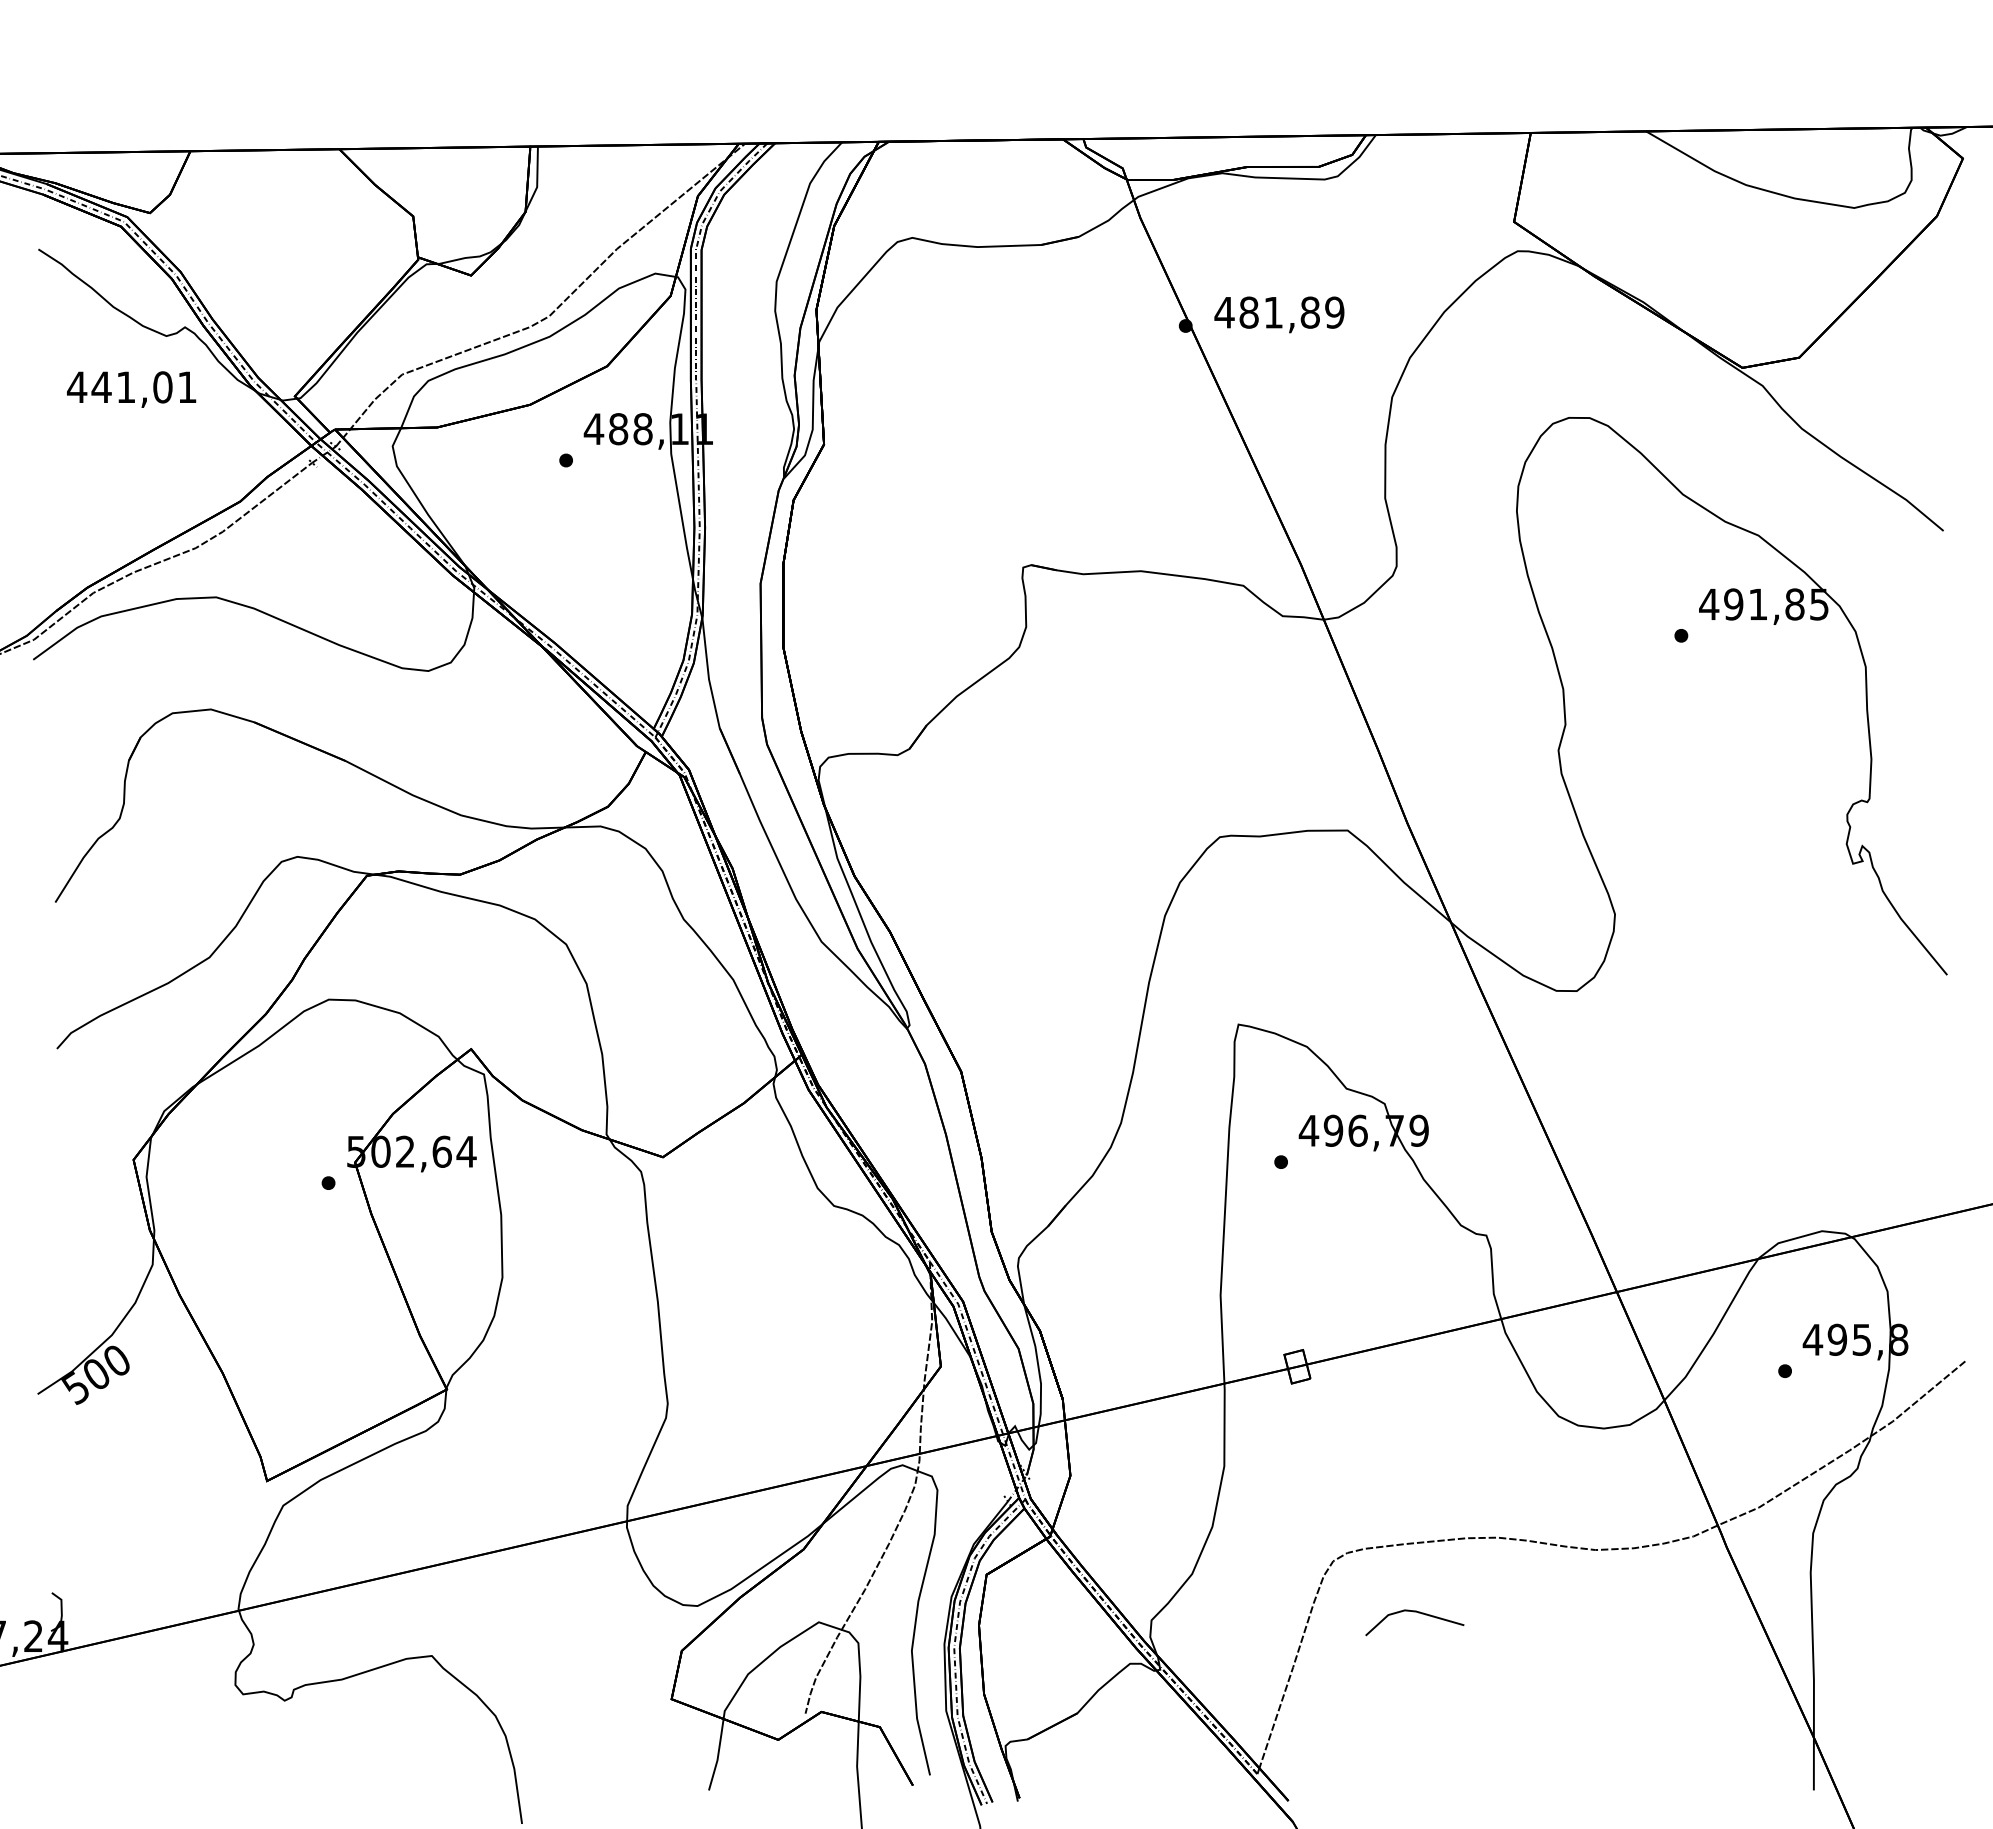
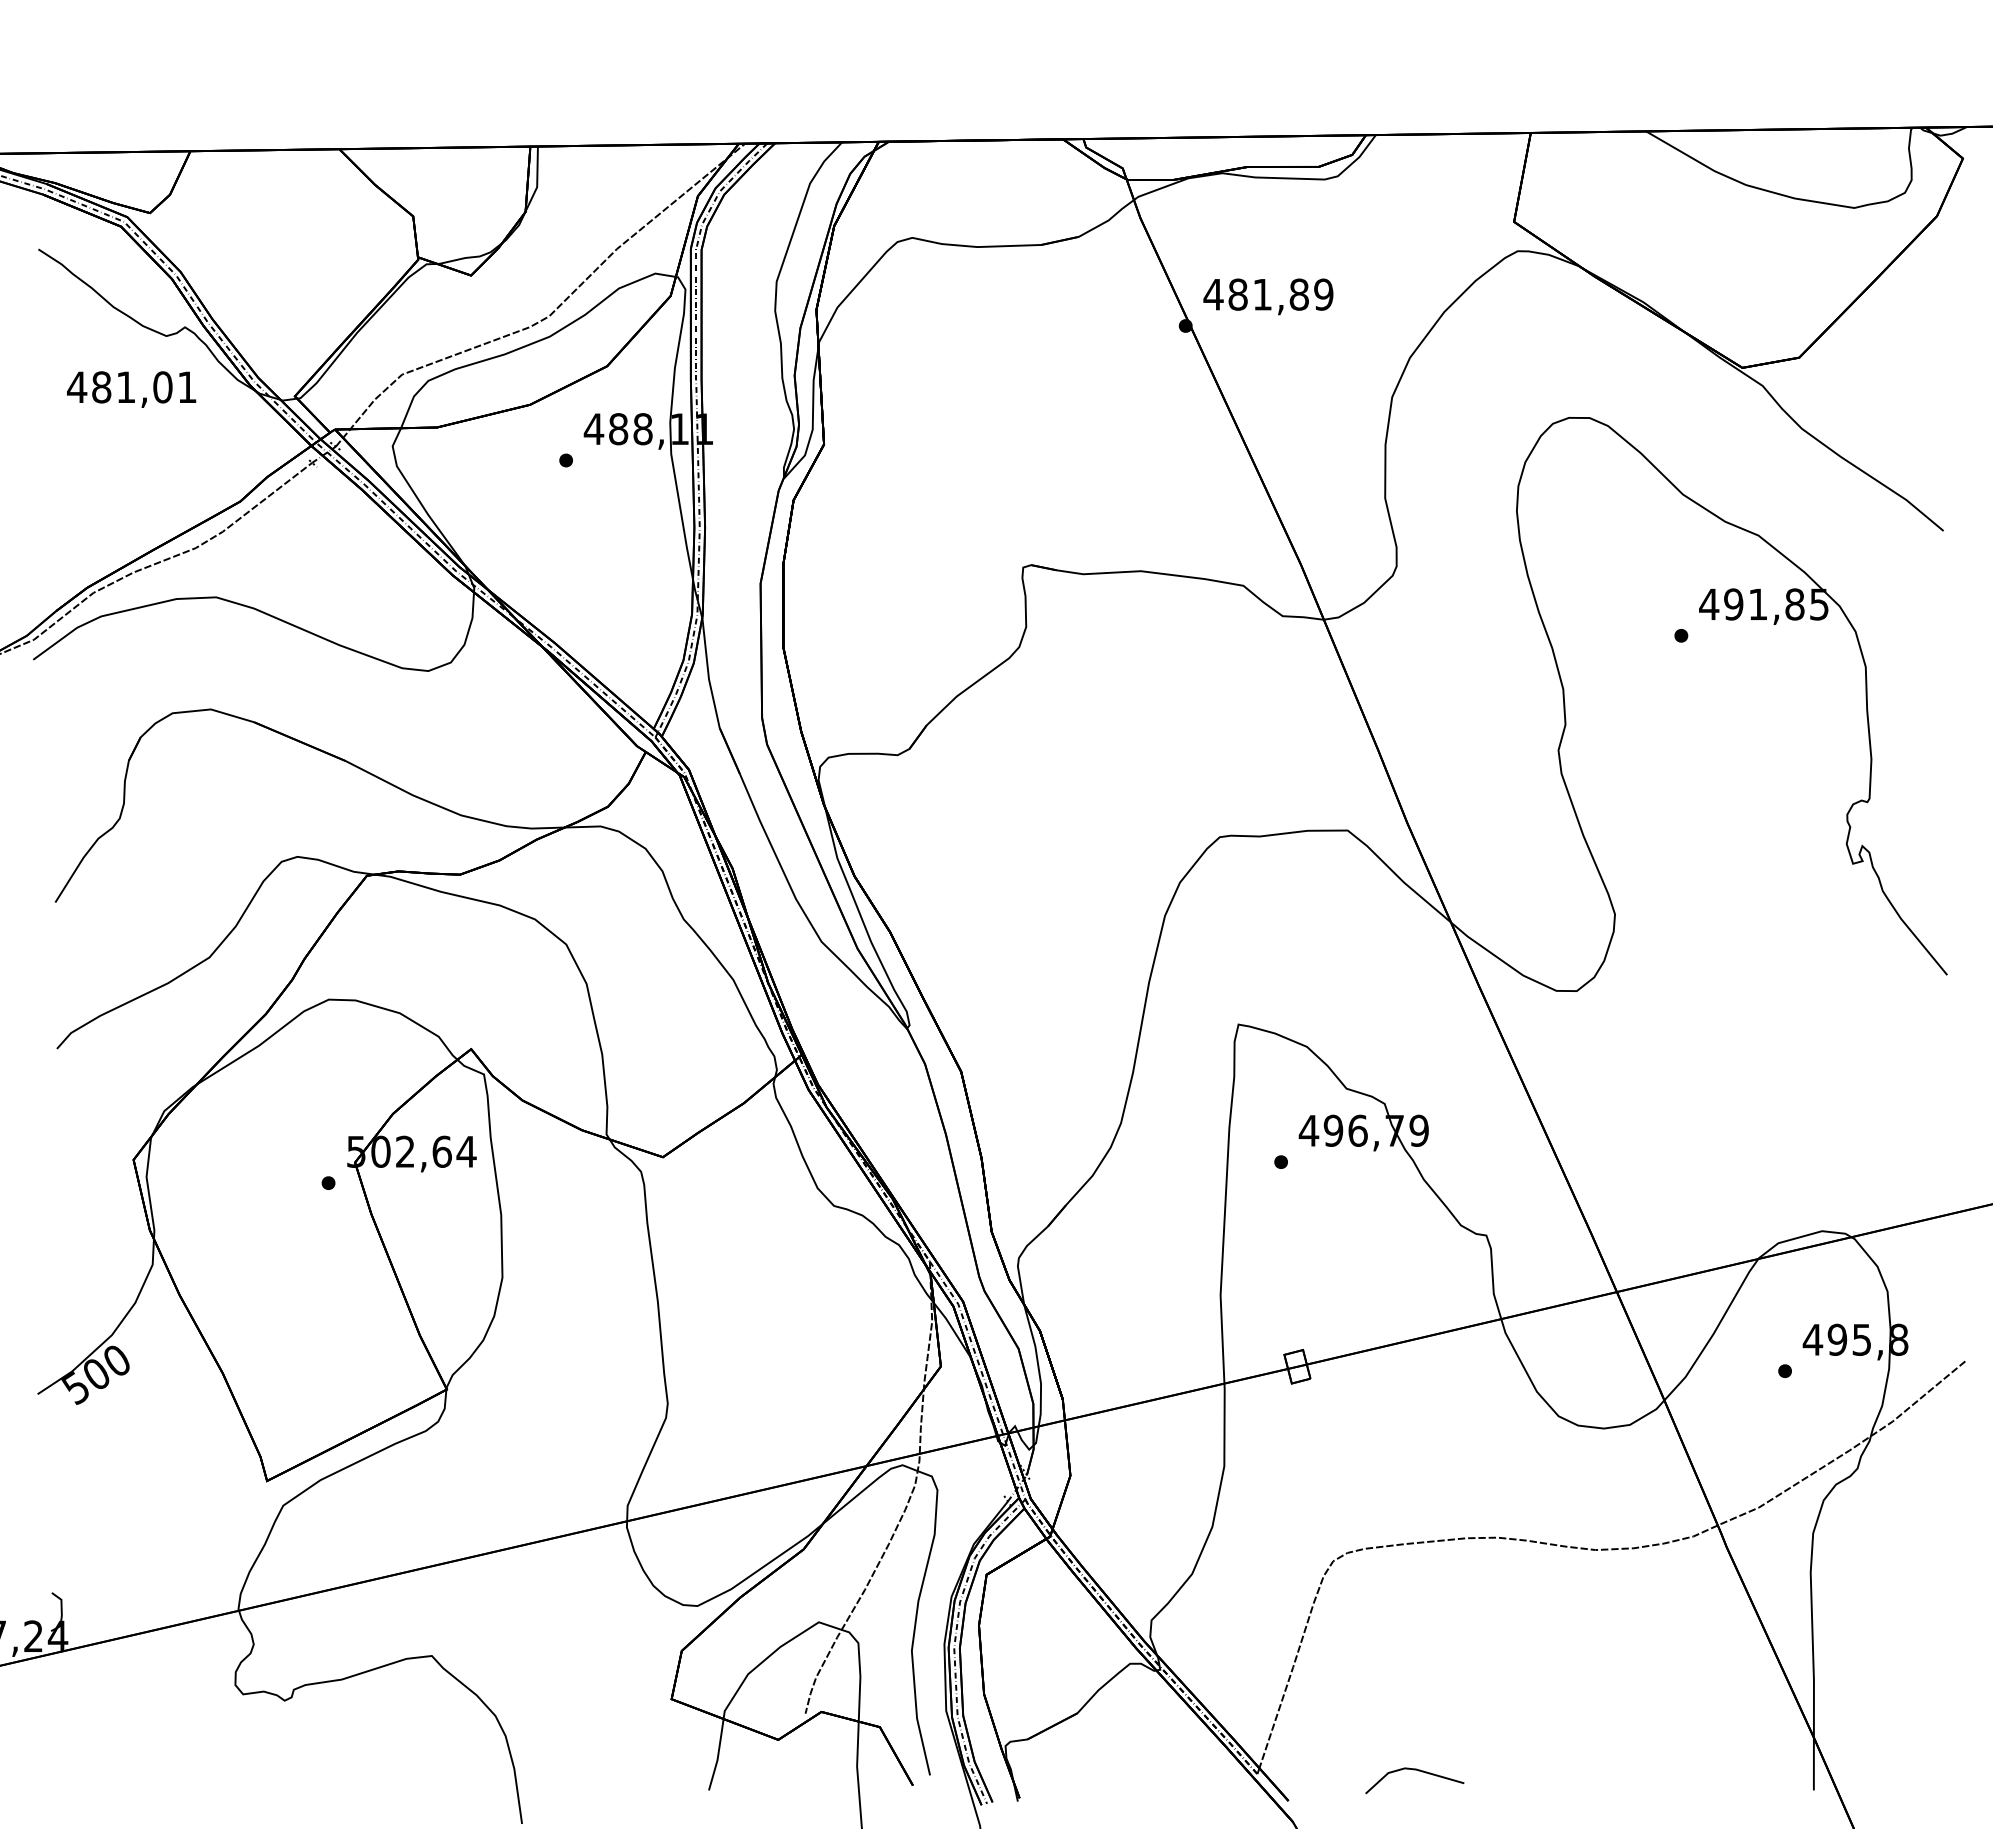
text at (1279, 314) position: (1279, 314) -> (1268, 296)
text at (101, 387): 441,01 -> 481,01
line at (1418, 1613) position: (1418, 1613) -> (1418, 1771)
